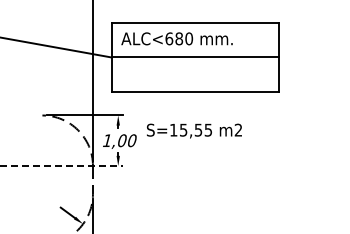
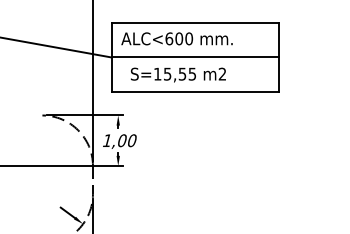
text at (179, 38): ALC<680 -> ALC<600
text at (194, 130) position: (194, 130) -> (178, 74)
line at (62, 166): dashed -> solid
